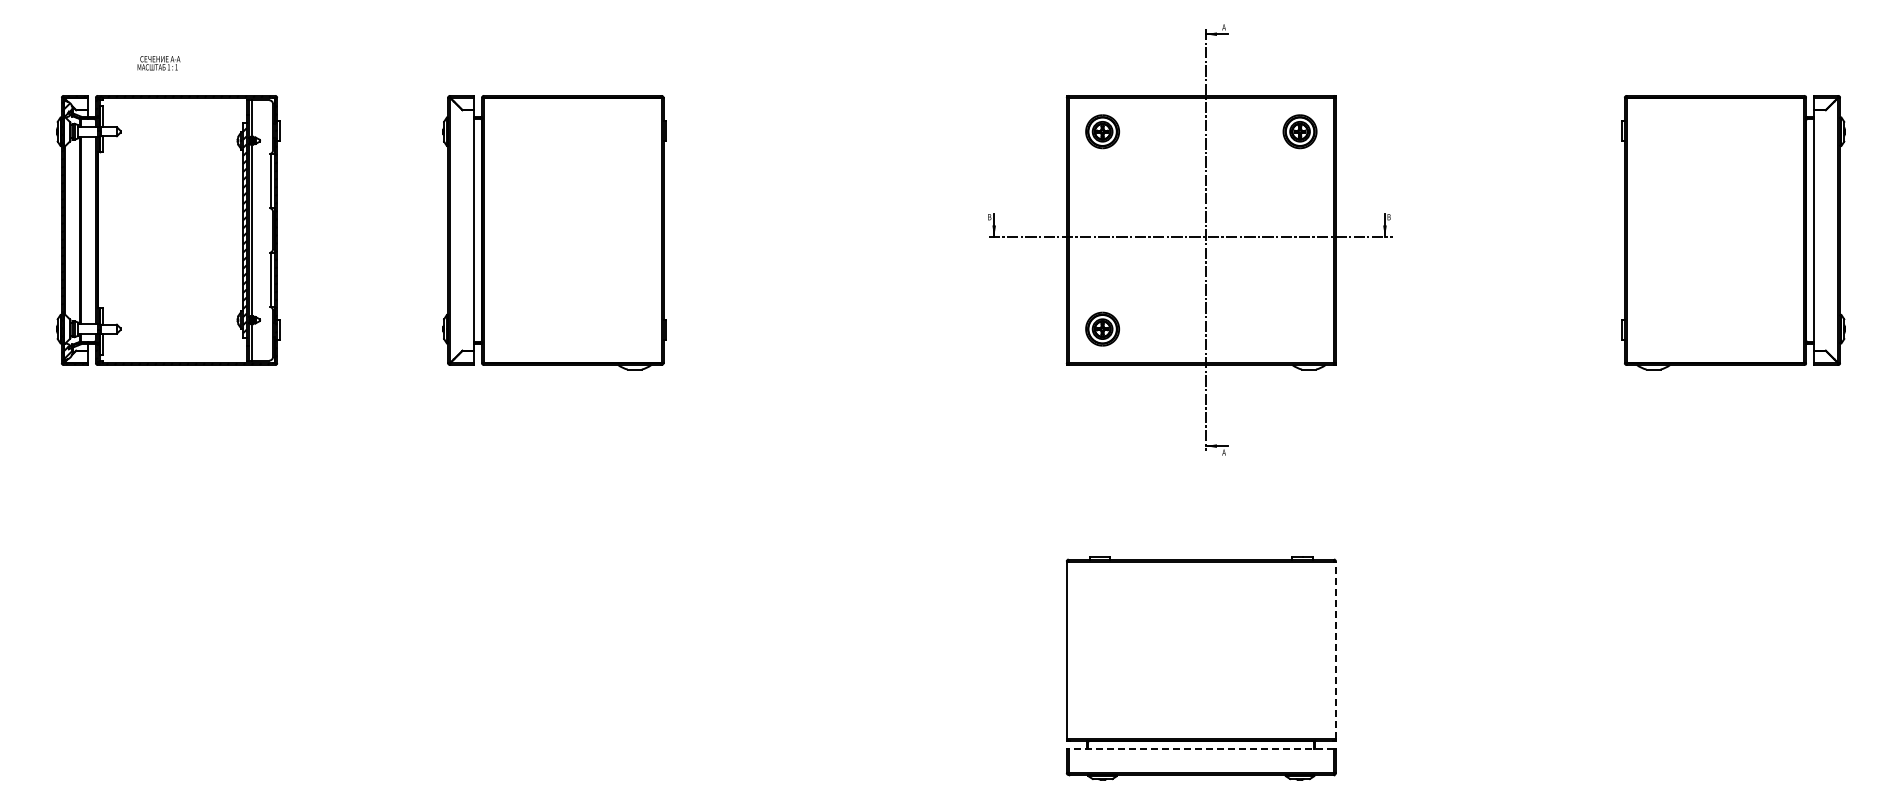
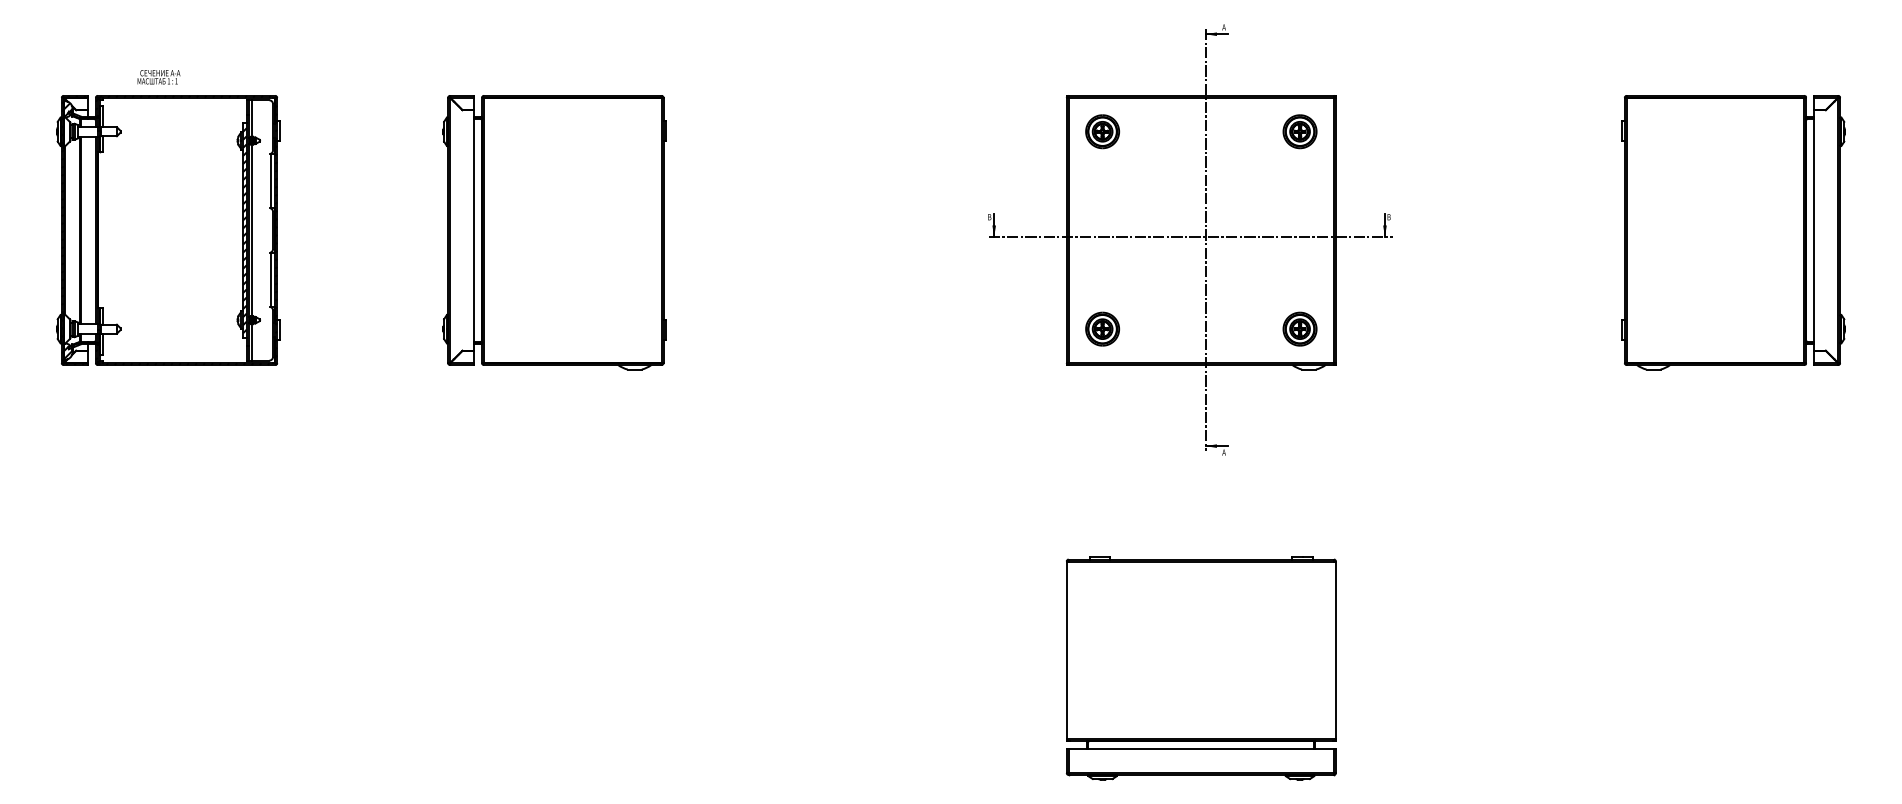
text at (158, 63) position: (158, 63) -> (158, 77)
part at (1299, 328): none -> present
line at (1335, 650): dashed -> solid
line at (1201, 748): dashed -> solid
